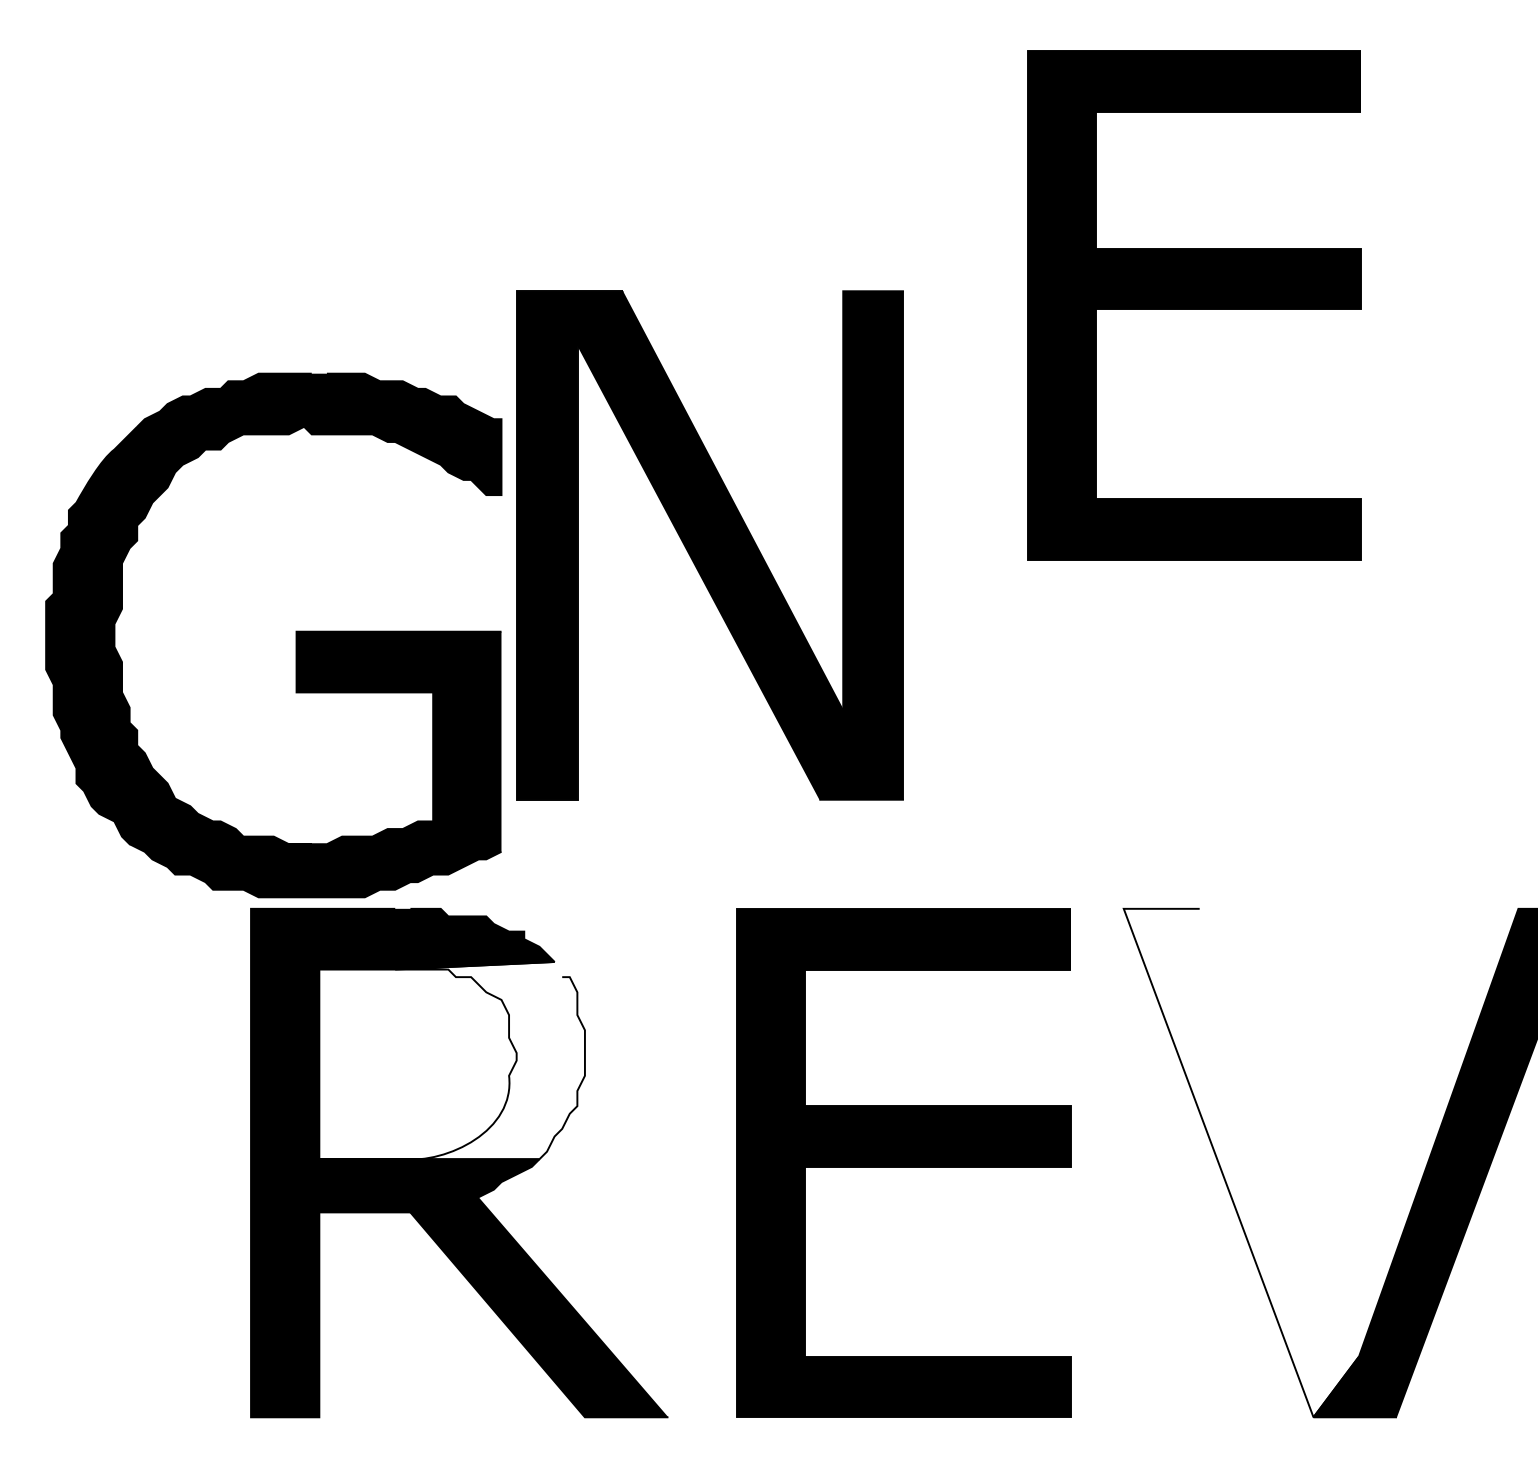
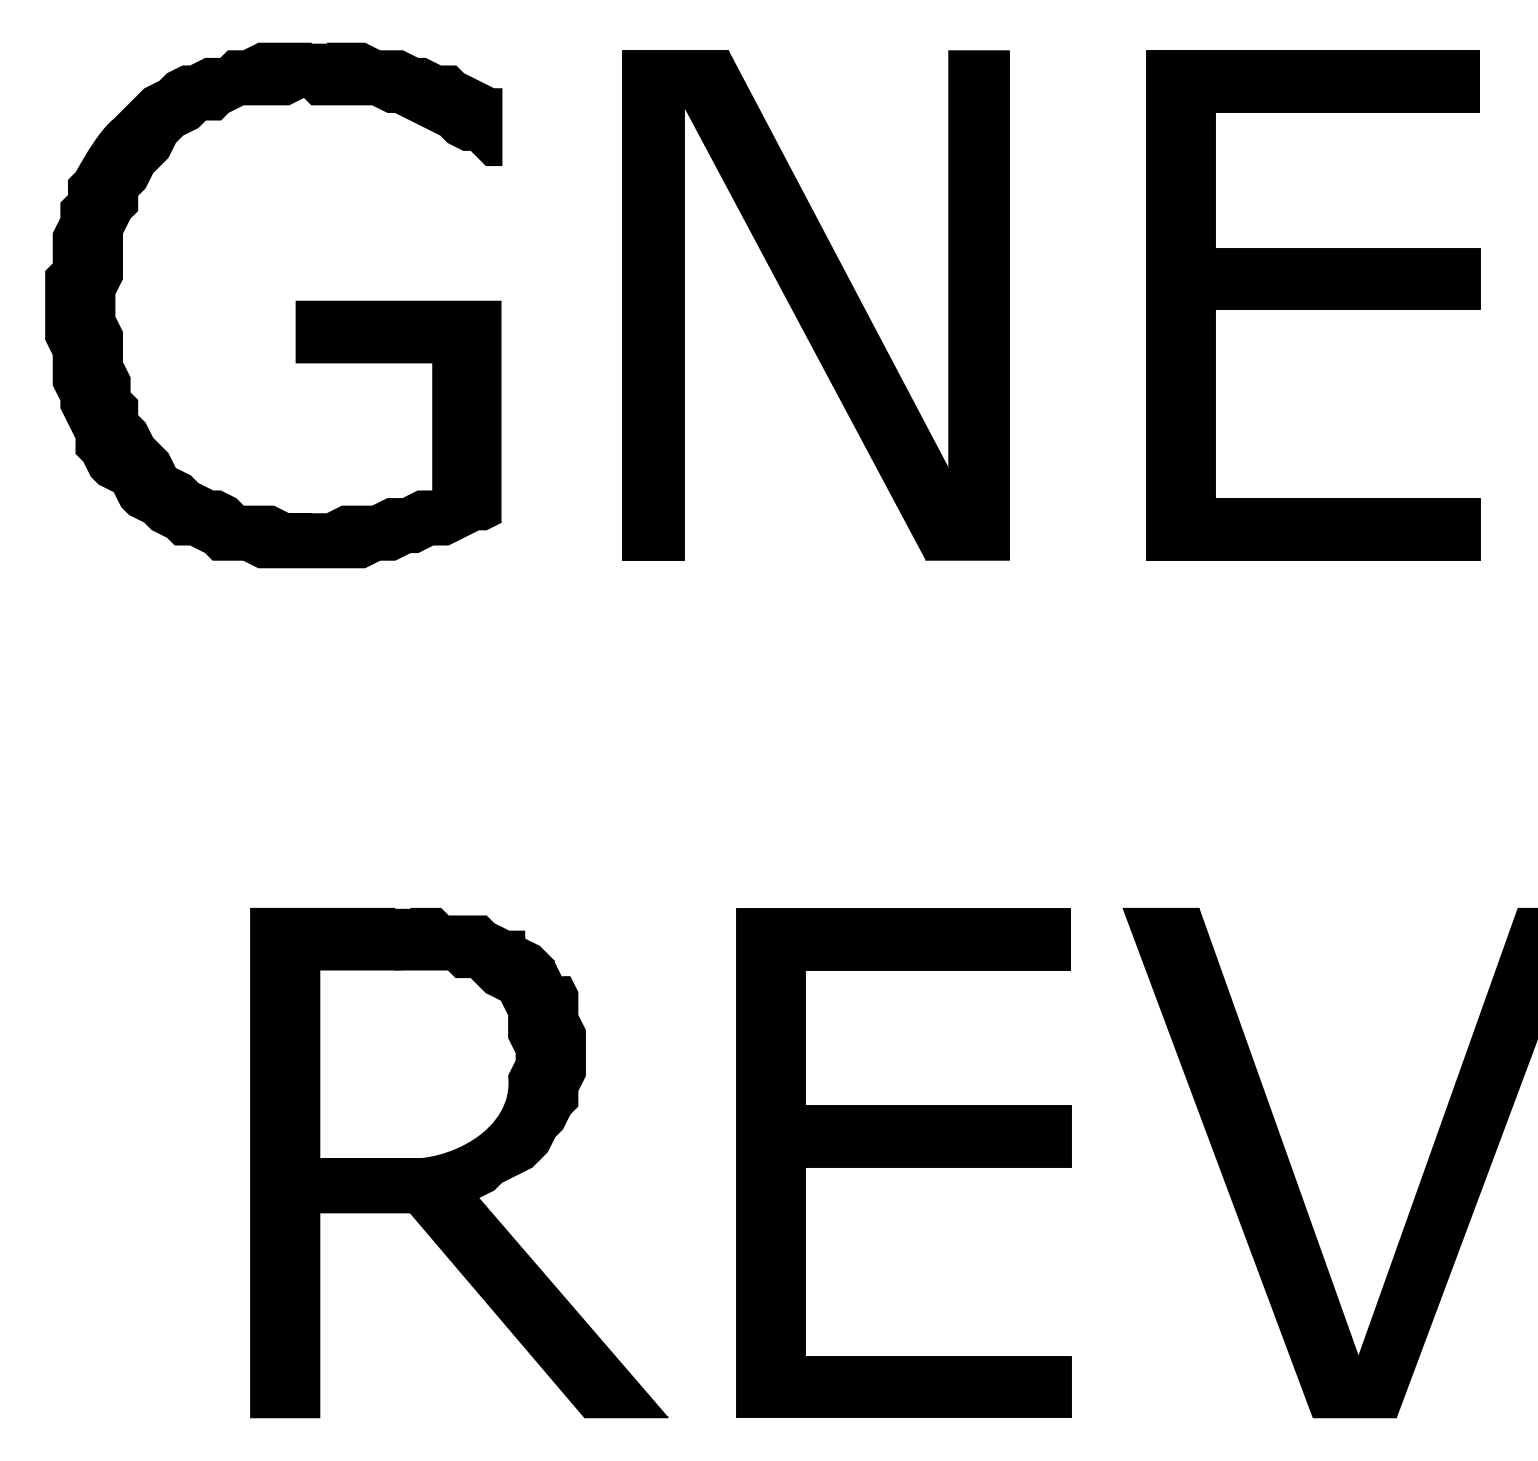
part at (1194, 305) position: (1194, 305) -> (1313, 305)
part at (709, 545) position: (709, 545) -> (815, 305)
part at (295, 635) position: (295, 635) -> (295, 305)
fill at (451, 1060): none -> present
fill at (1241, 1162): none -> present
